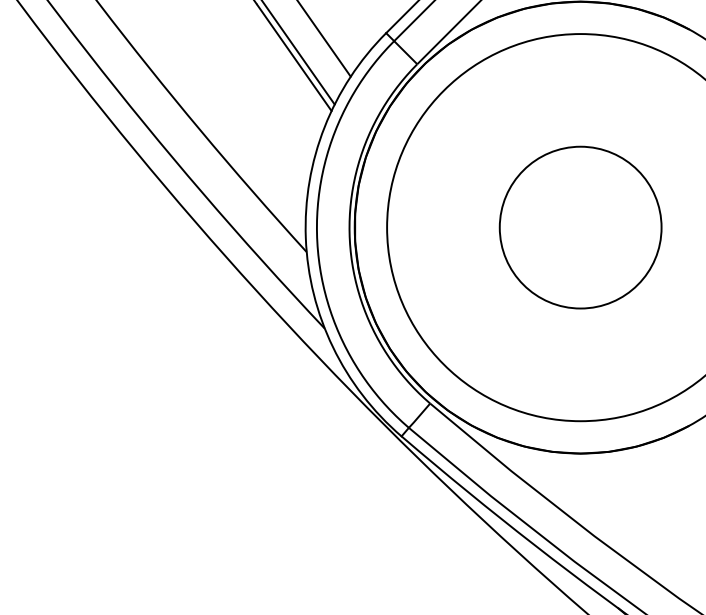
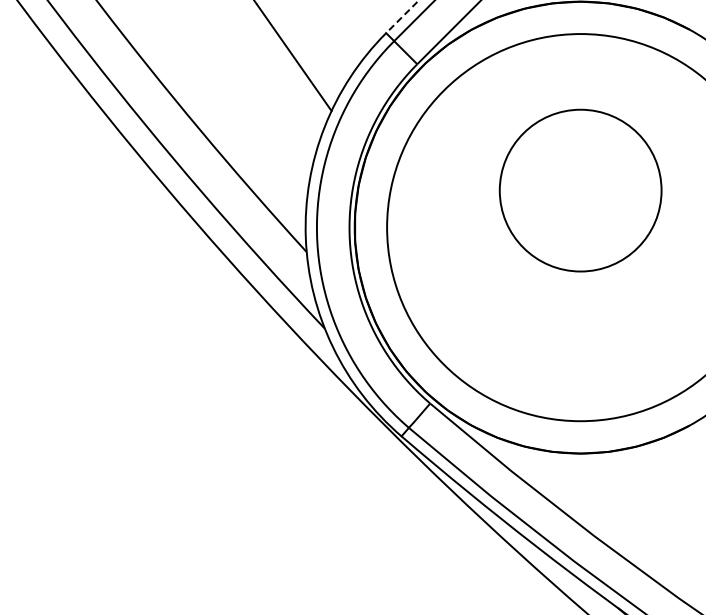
line at (402, 16): solid -> dashed
line at (324, 39): present -> none
line at (298, 53): present -> none
circle at (580, 227) position: (580, 227) -> (580, 190)
